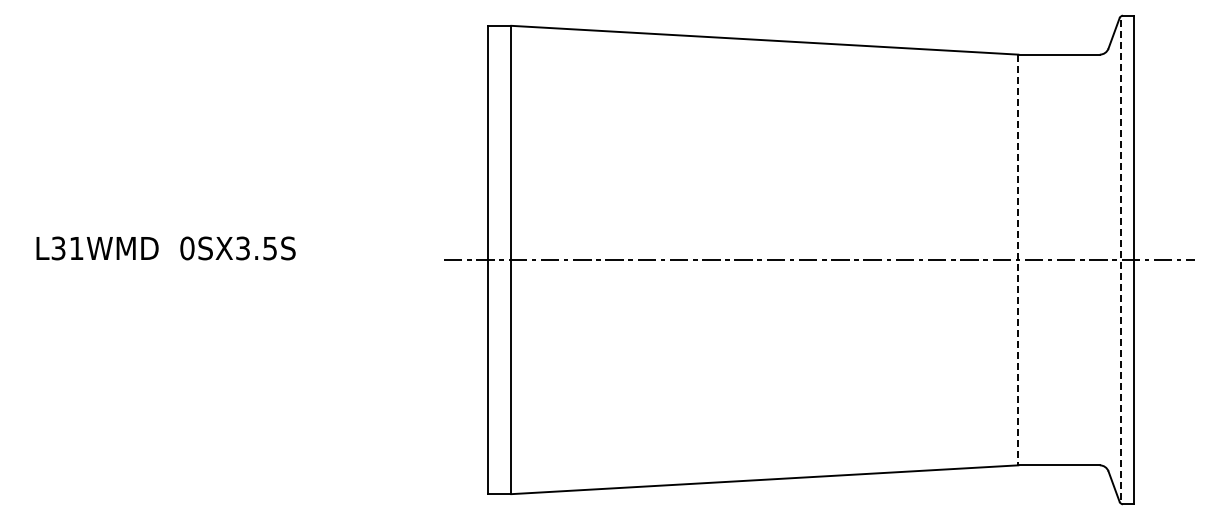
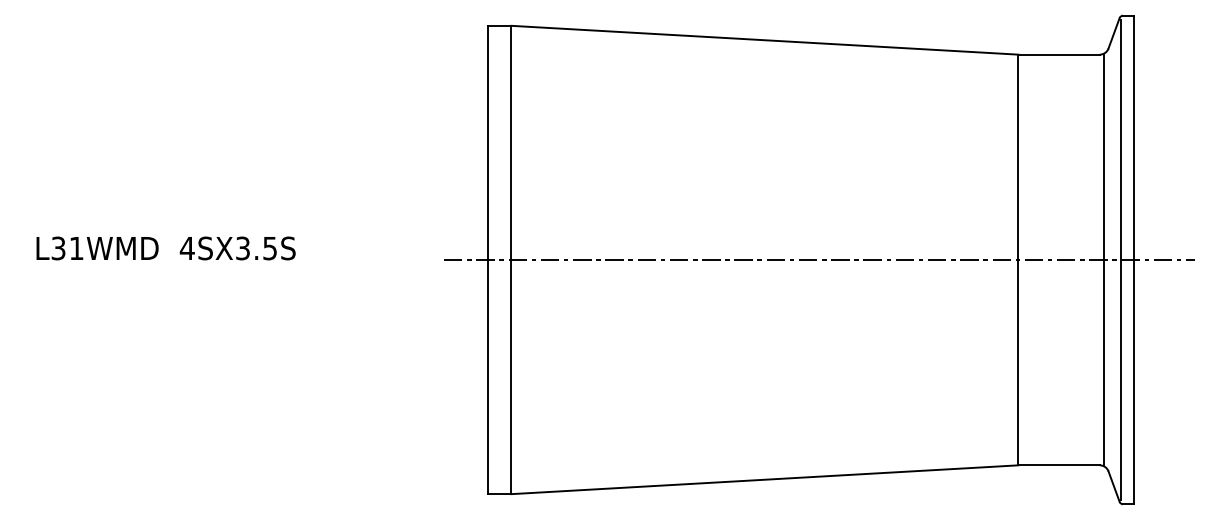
text at (186, 248): 0SX3.5S -> 4SX3.5S
line at (1104, 259): none -> present
line at (1018, 260): dashed -> solid
line at (1120, 260): dashed -> solid
